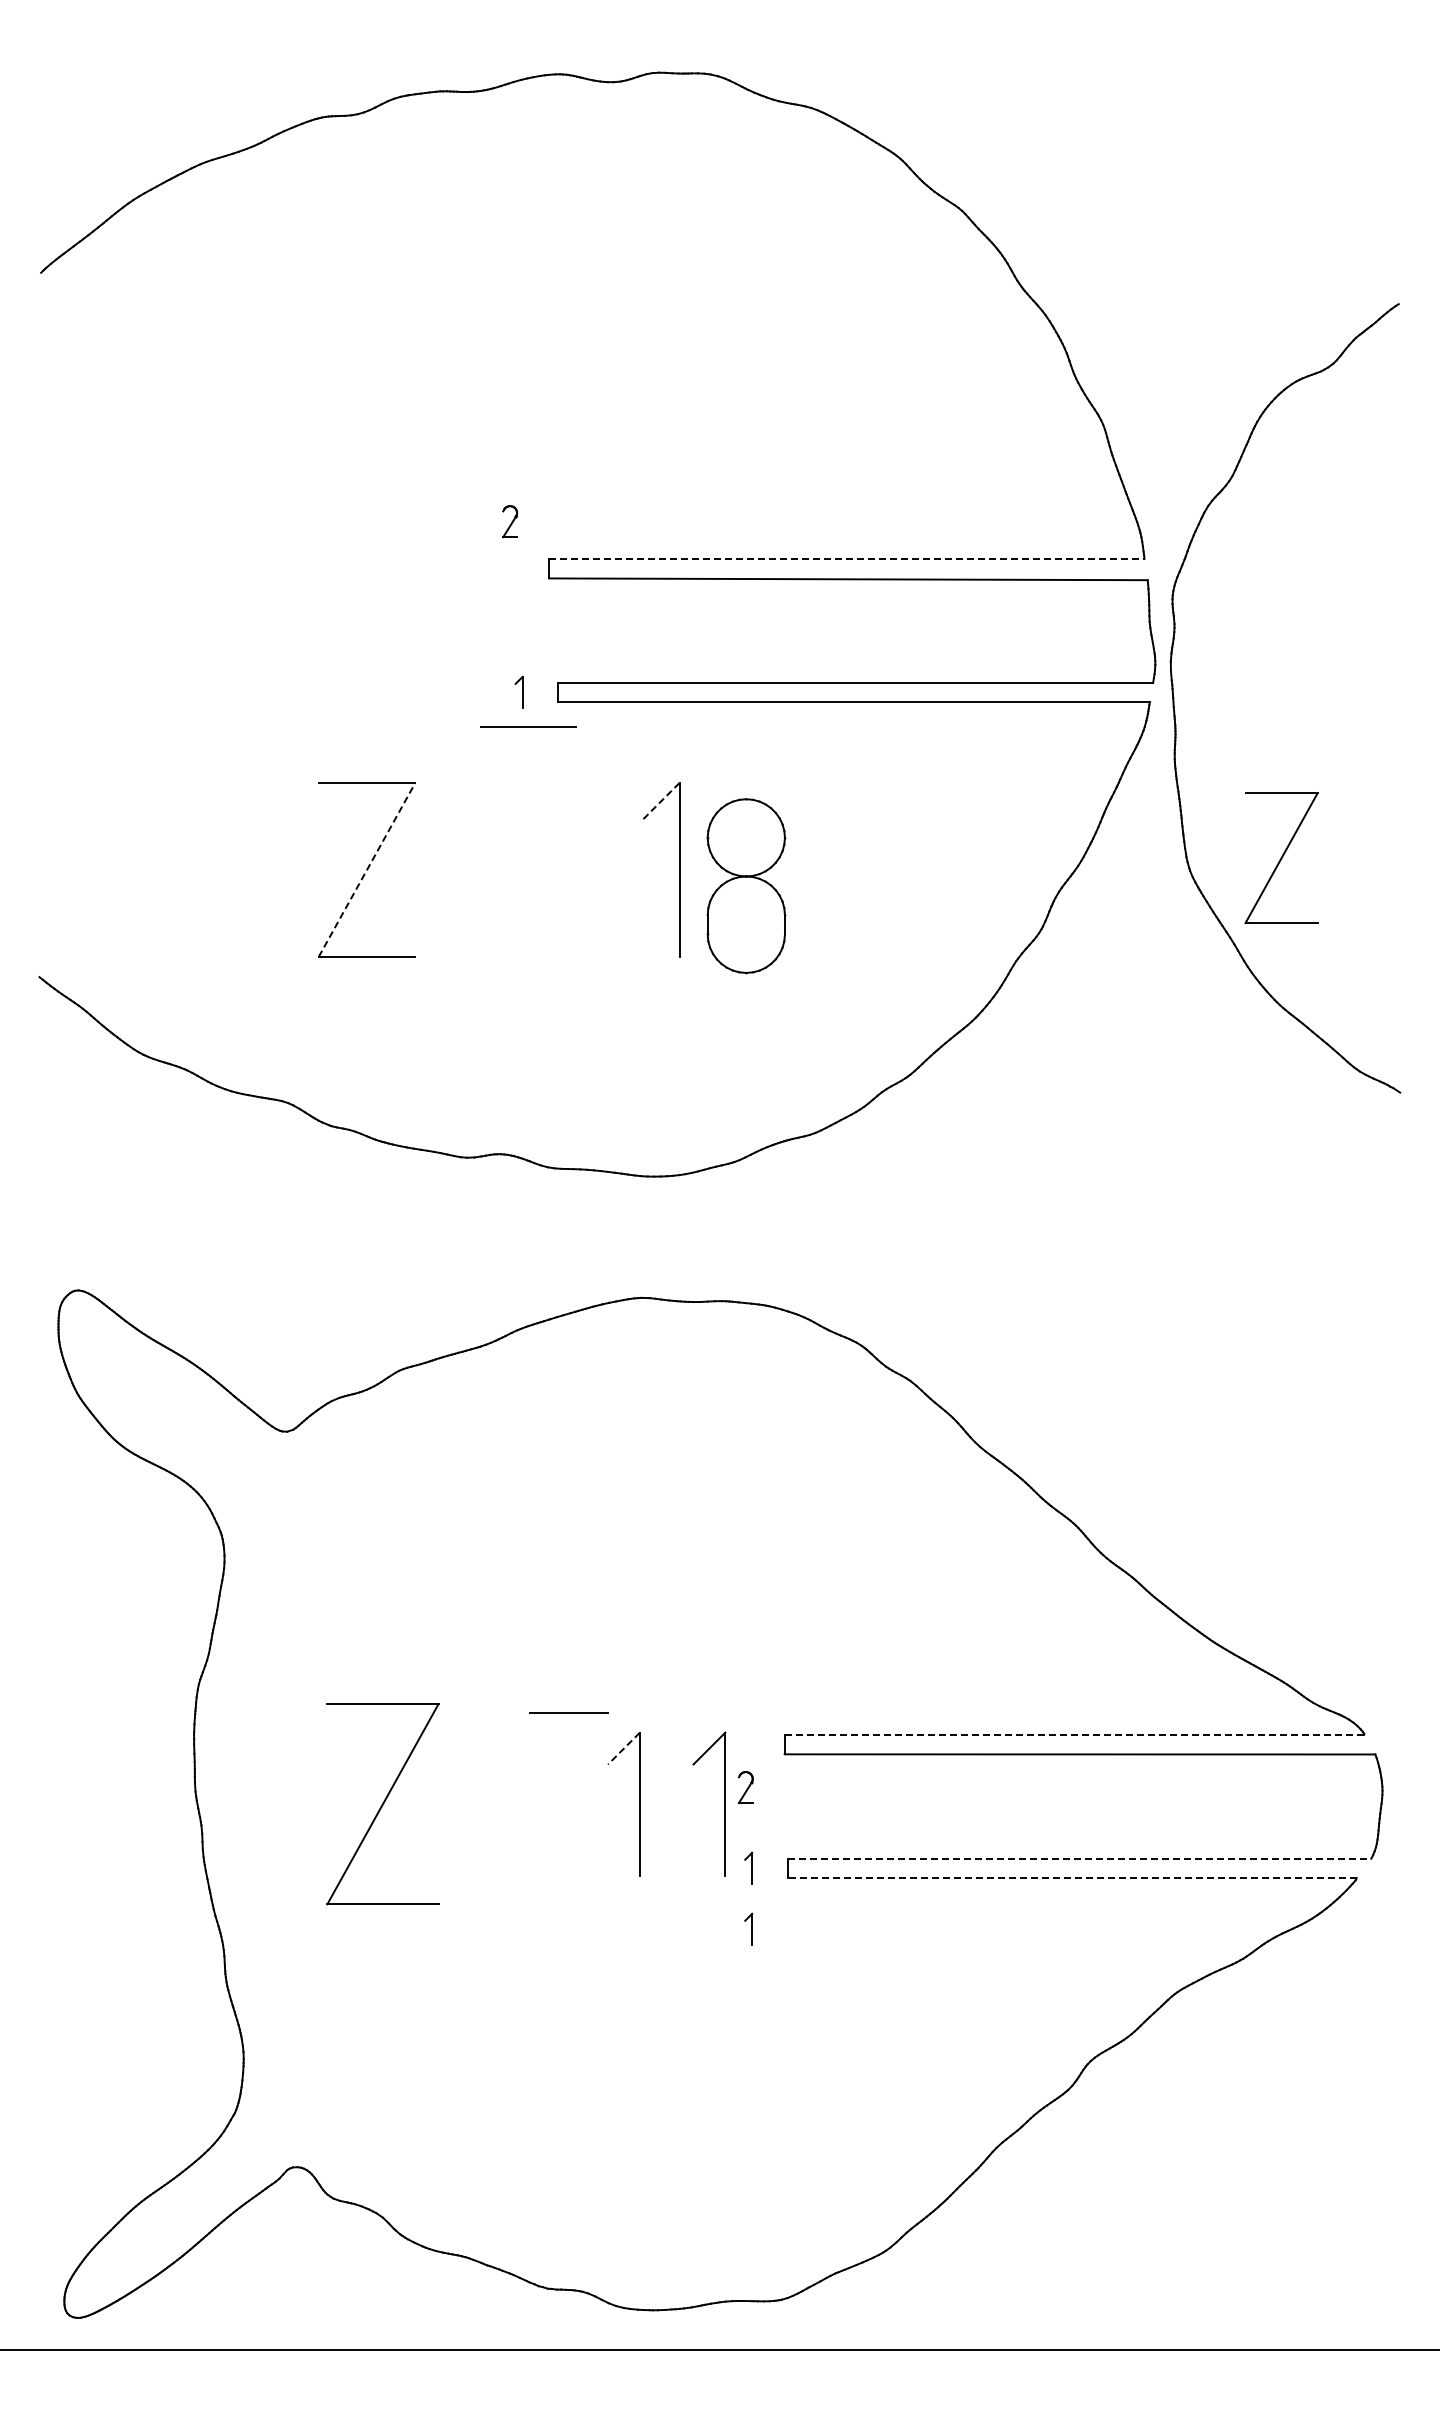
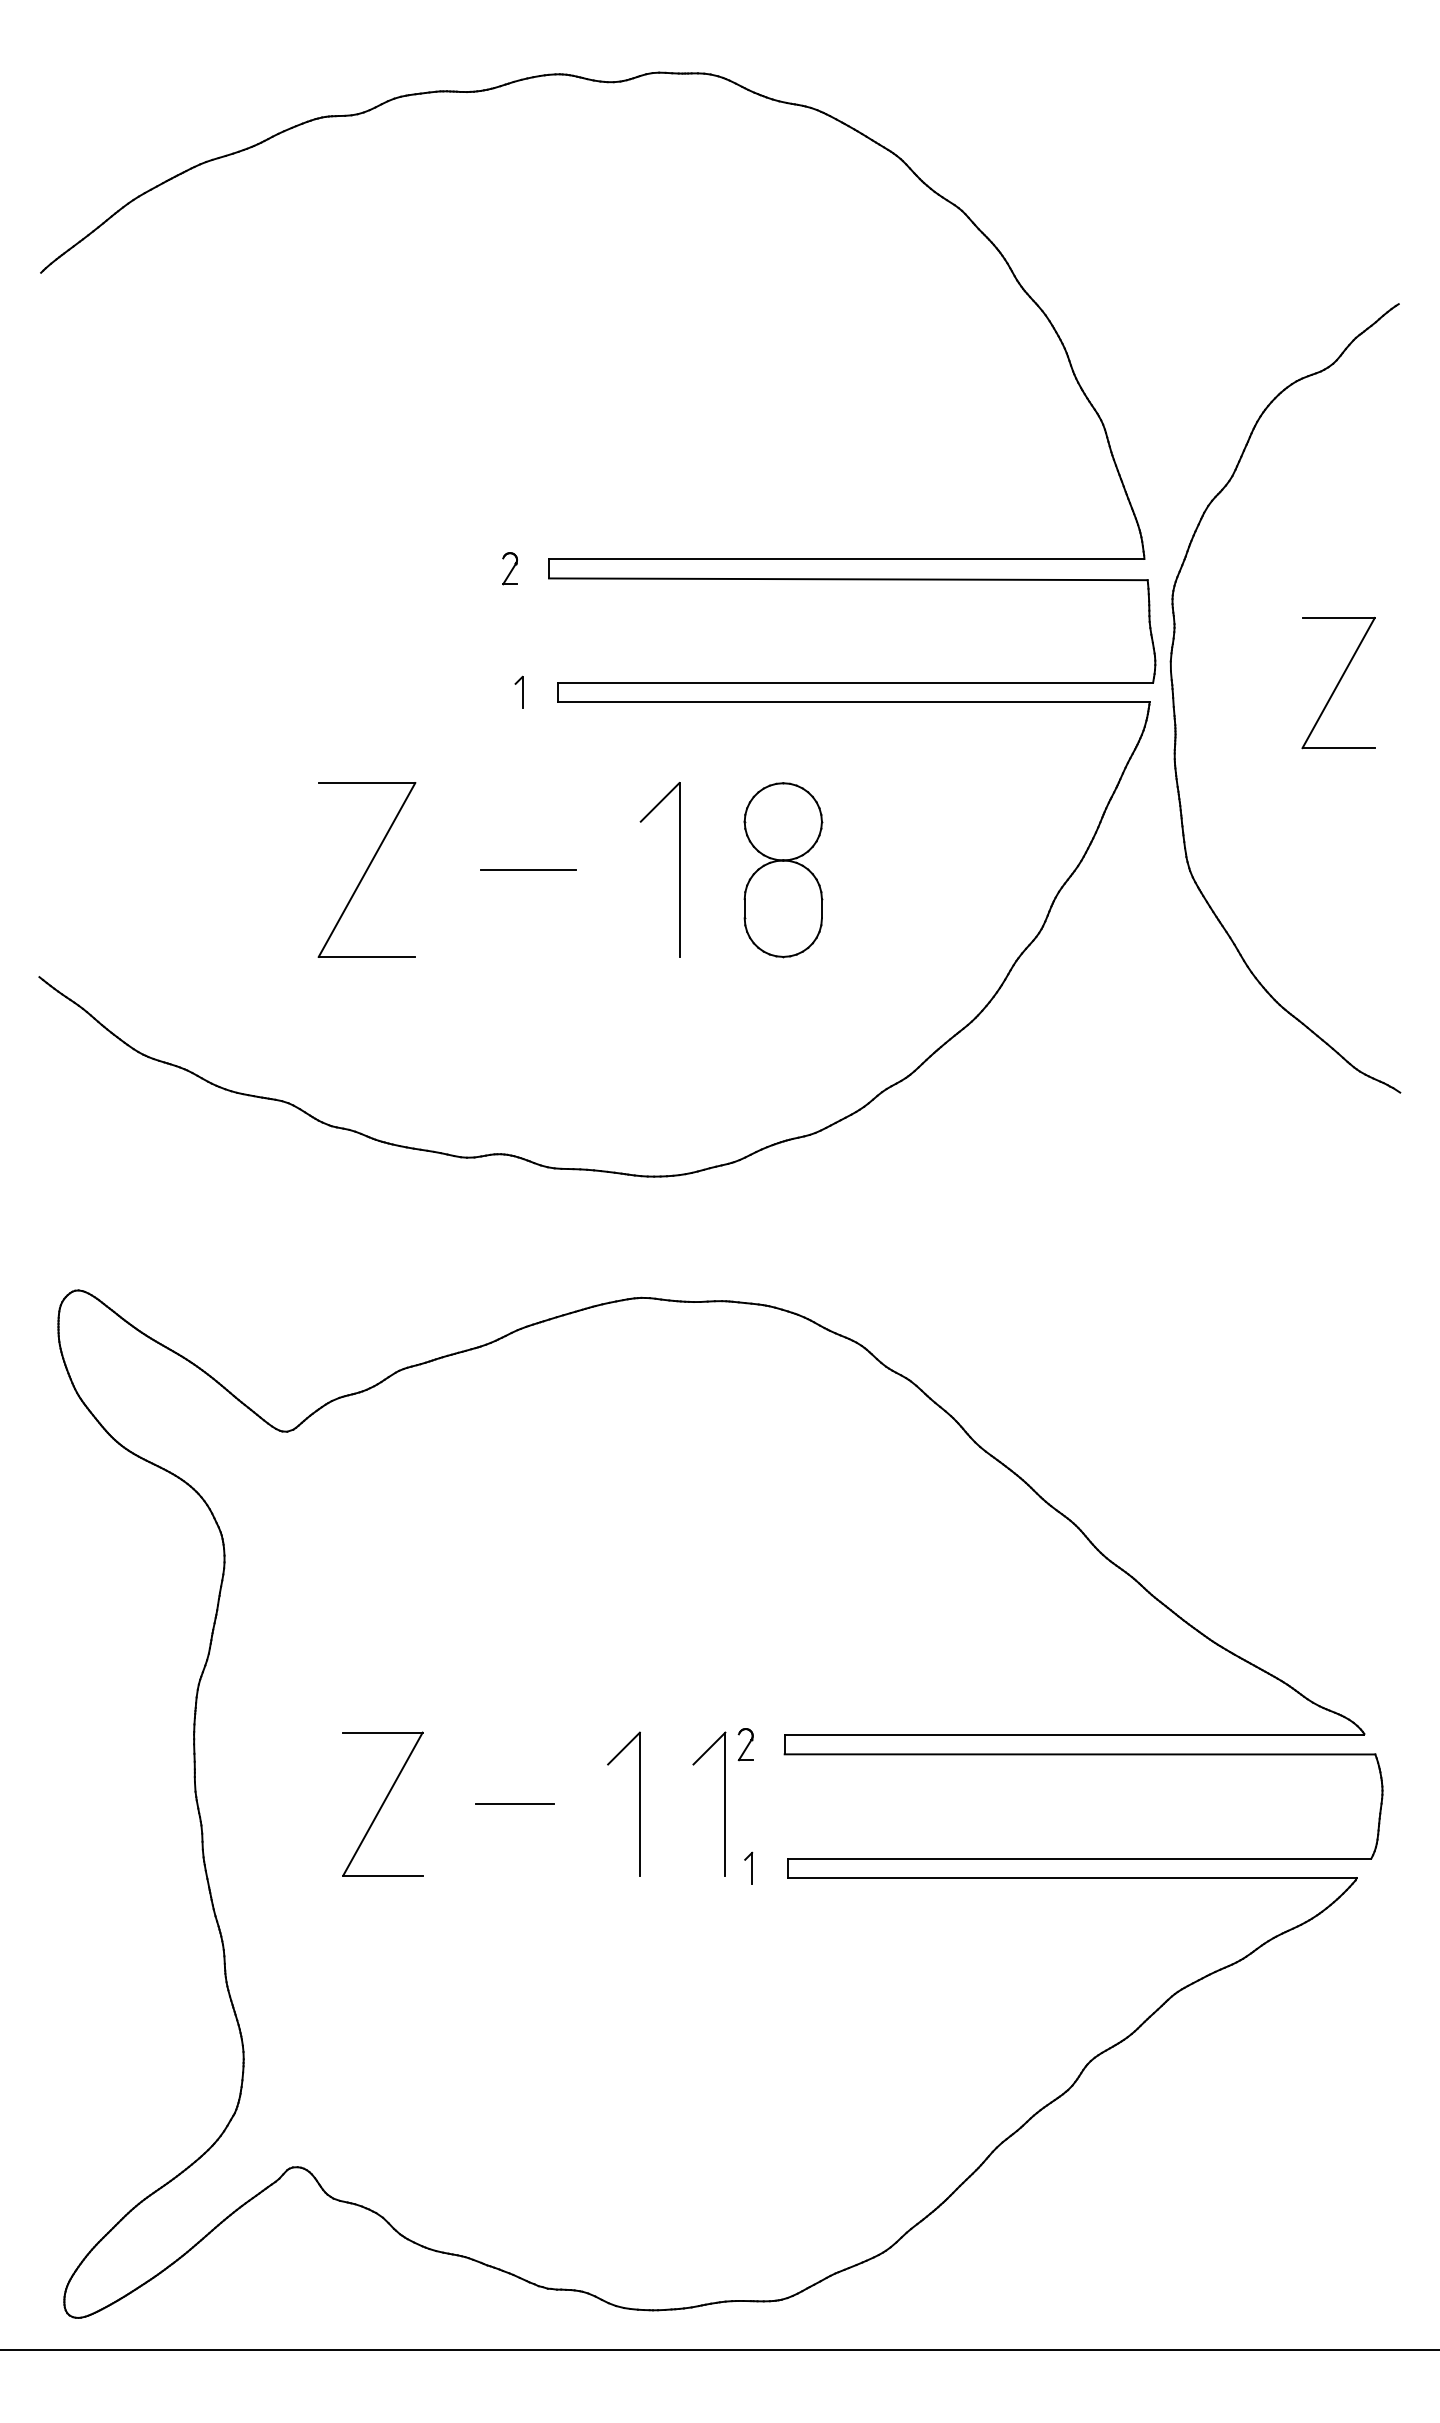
part at (509, 521) position: (509, 521) -> (509, 568)
line at (846, 559): dashed -> solid
line at (528, 726) position: (528, 726) -> (528, 869)
line at (659, 802): dashed -> solid
part at (1281, 858) position: (1281, 858) -> (1338, 683)
line at (367, 869): dashed -> solid
part at (746, 886) position: (746, 886) -> (783, 870)
line at (568, 1712) position: (568, 1712) -> (514, 1803)
line at (1074, 1734): dashed -> solid
line at (623, 1748): dashed -> solid
part at (745, 1787) position: (745, 1787) -> (745, 1744)
part at (382, 1804) size: 114x203 px -> 82x146 px
line at (1079, 1858): dashed -> solid
line at (1072, 1878): dashed -> solid
part at (748, 1928): present -> none
